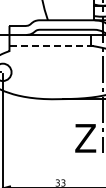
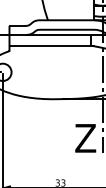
line at (52, 46): dashed -> solid
